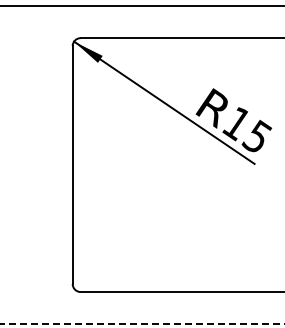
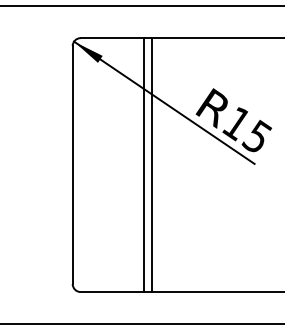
line at (143, 165): none -> present
line at (152, 165): none -> present
line at (142, 323): dashed -> solid
